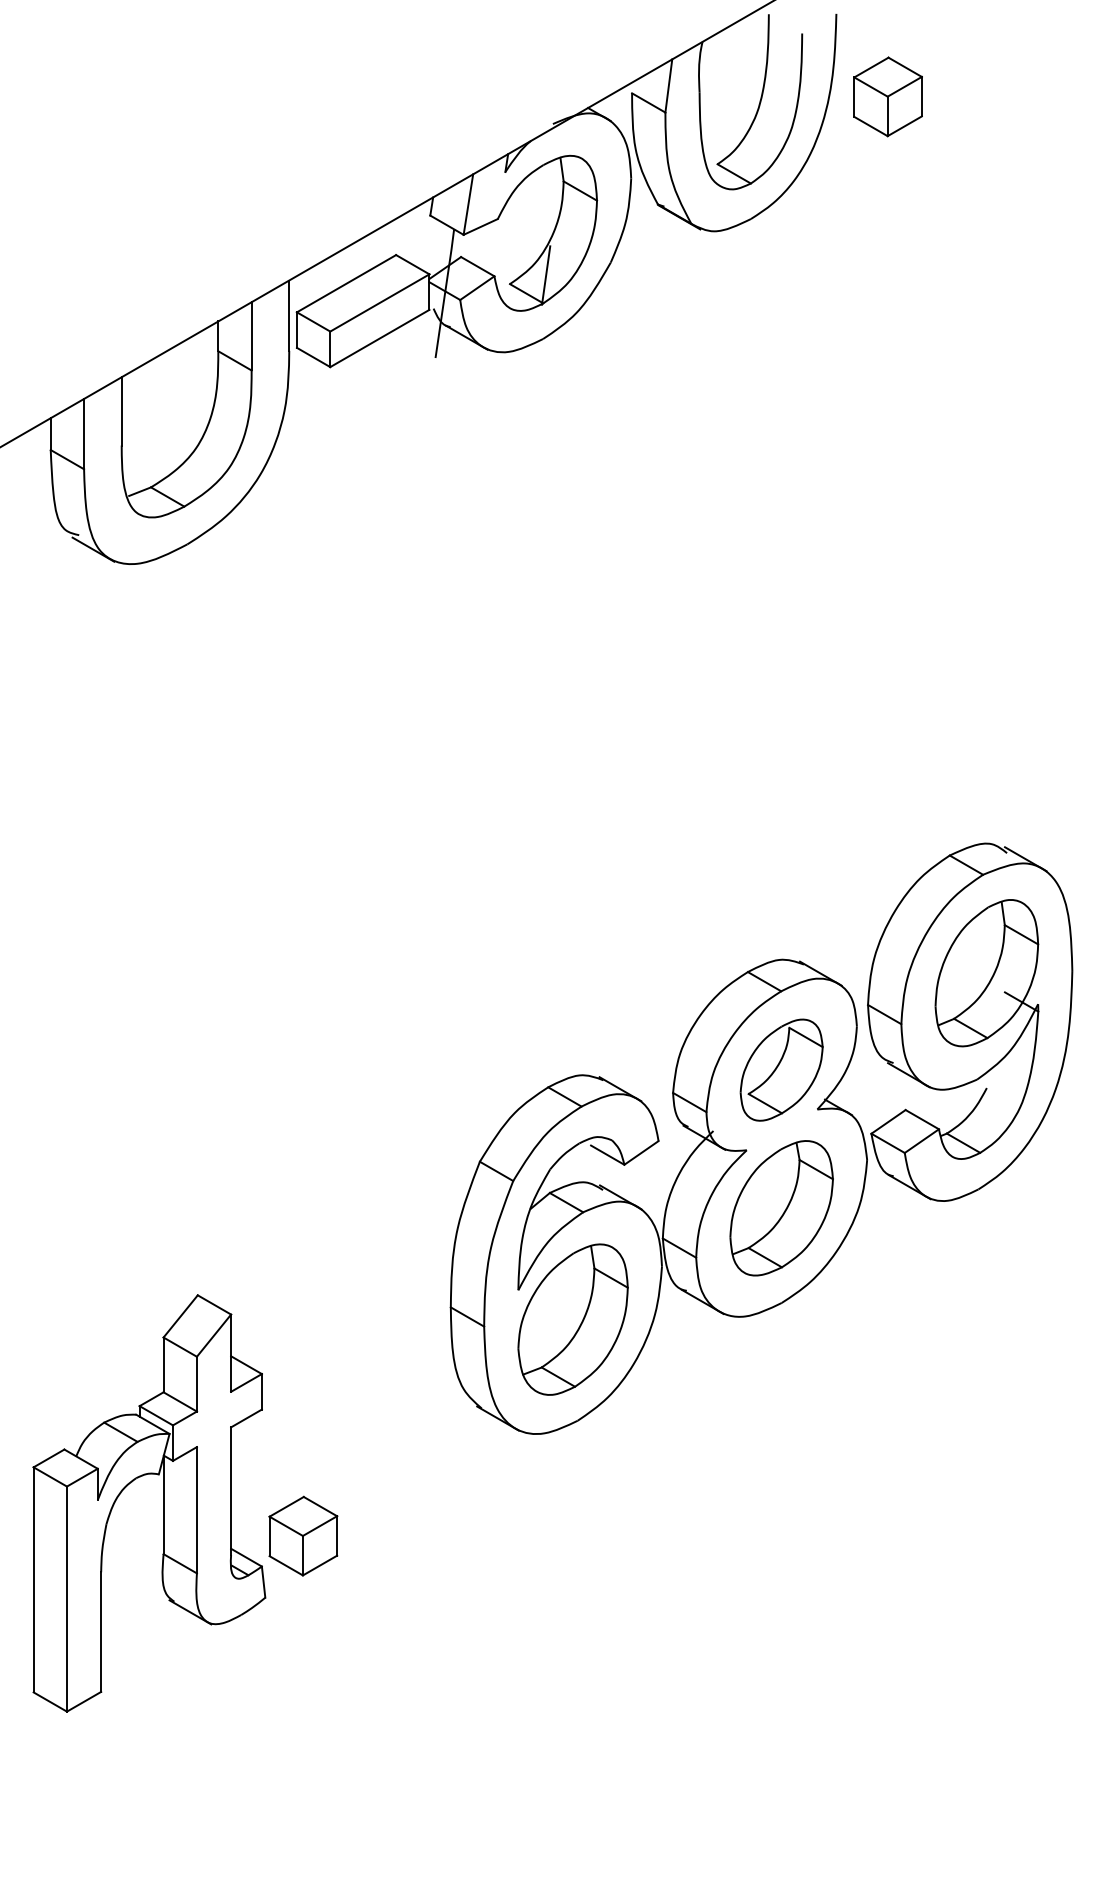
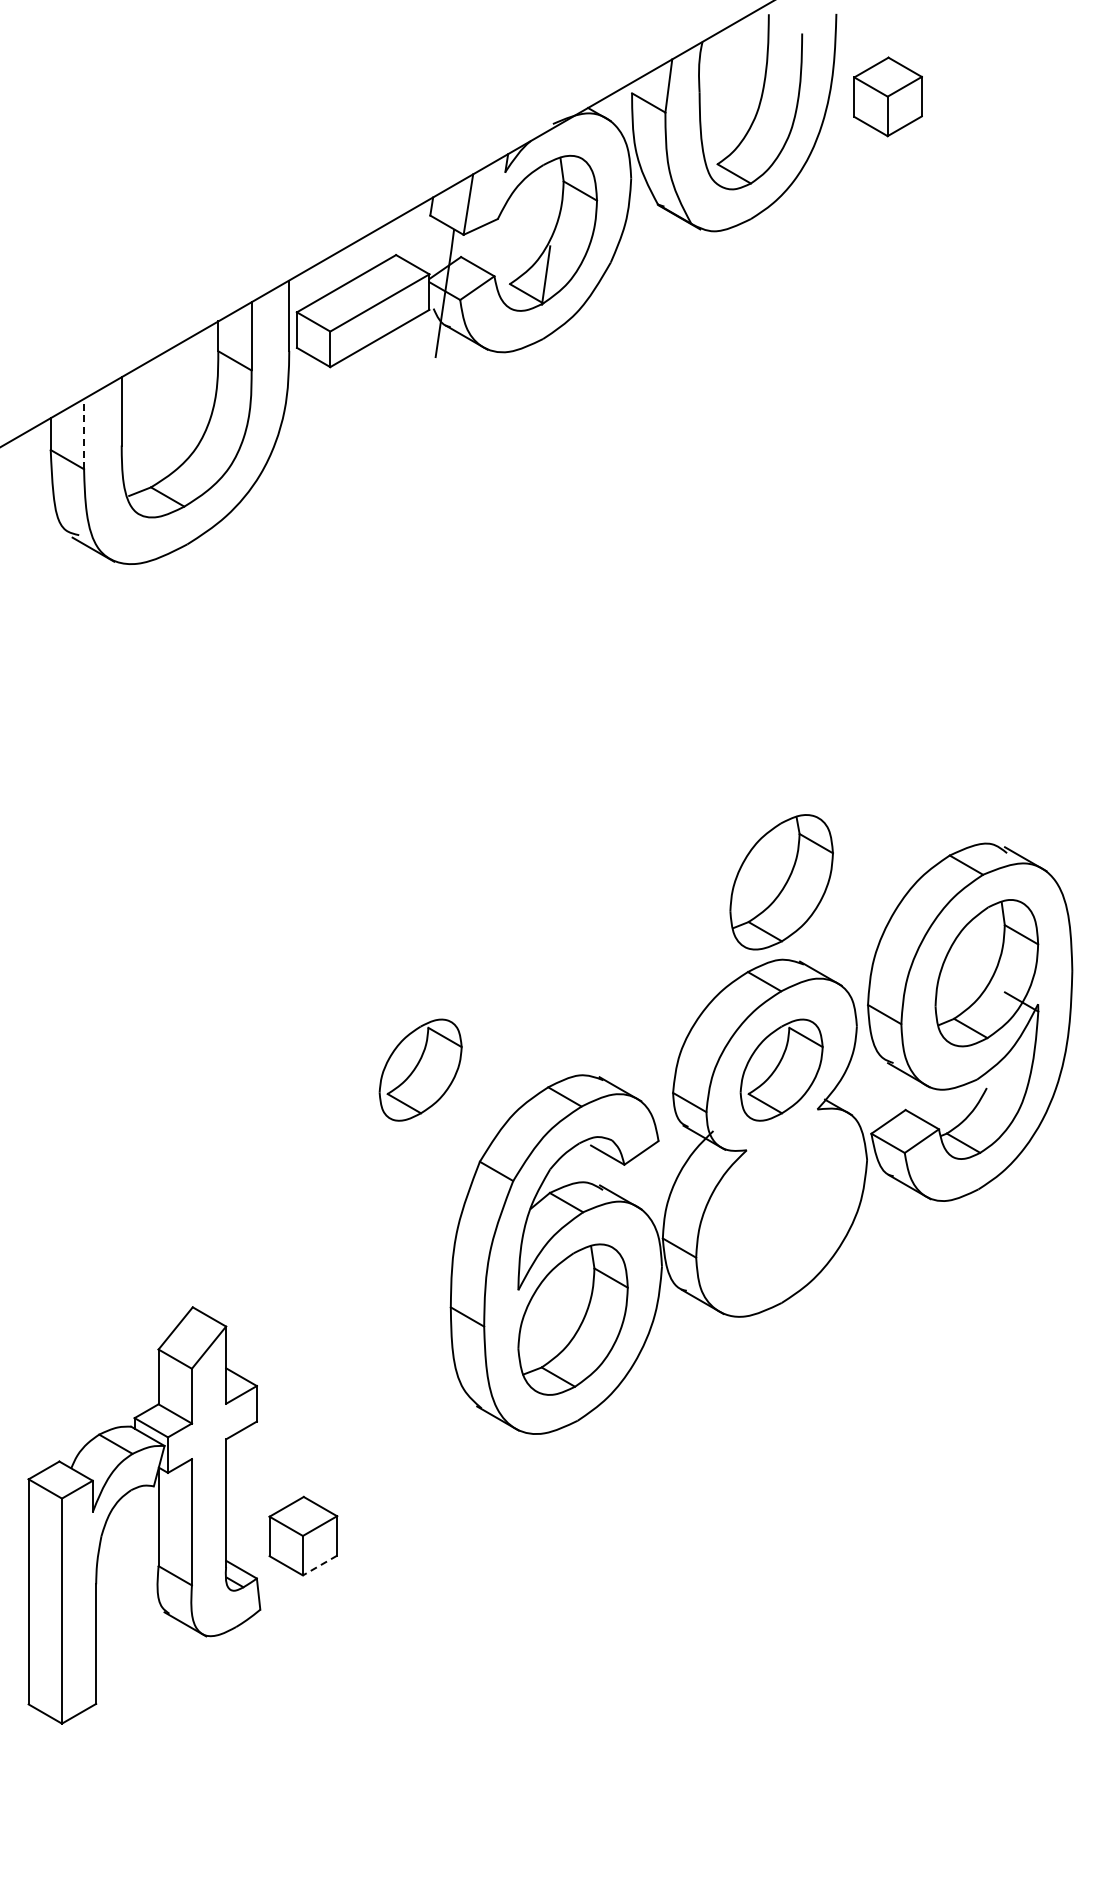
line at (84, 433): solid -> dashed
part at (420, 1069): none -> present
part at (781, 1208) position: (781, 1208) -> (781, 882)
part at (163, 1503) position: (163, 1503) -> (158, 1515)
line at (320, 1565): solid -> dashed
